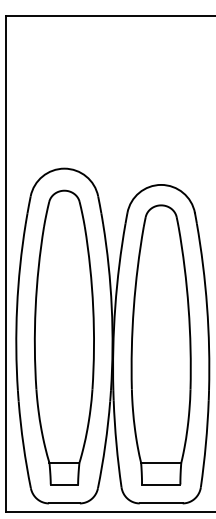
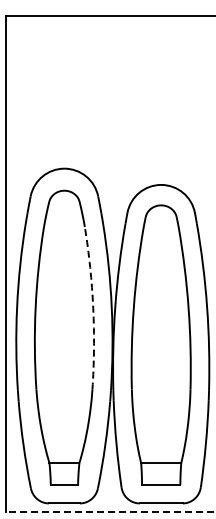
arc at (93, 308): solid -> dashed
line at (110, 511): solid -> dashed
